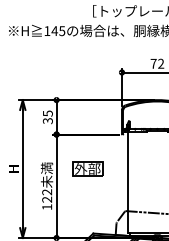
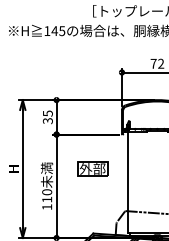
part at (87, 168) position: (87, 168) -> (92, 168)
text at (47, 195): 122 -> 110
